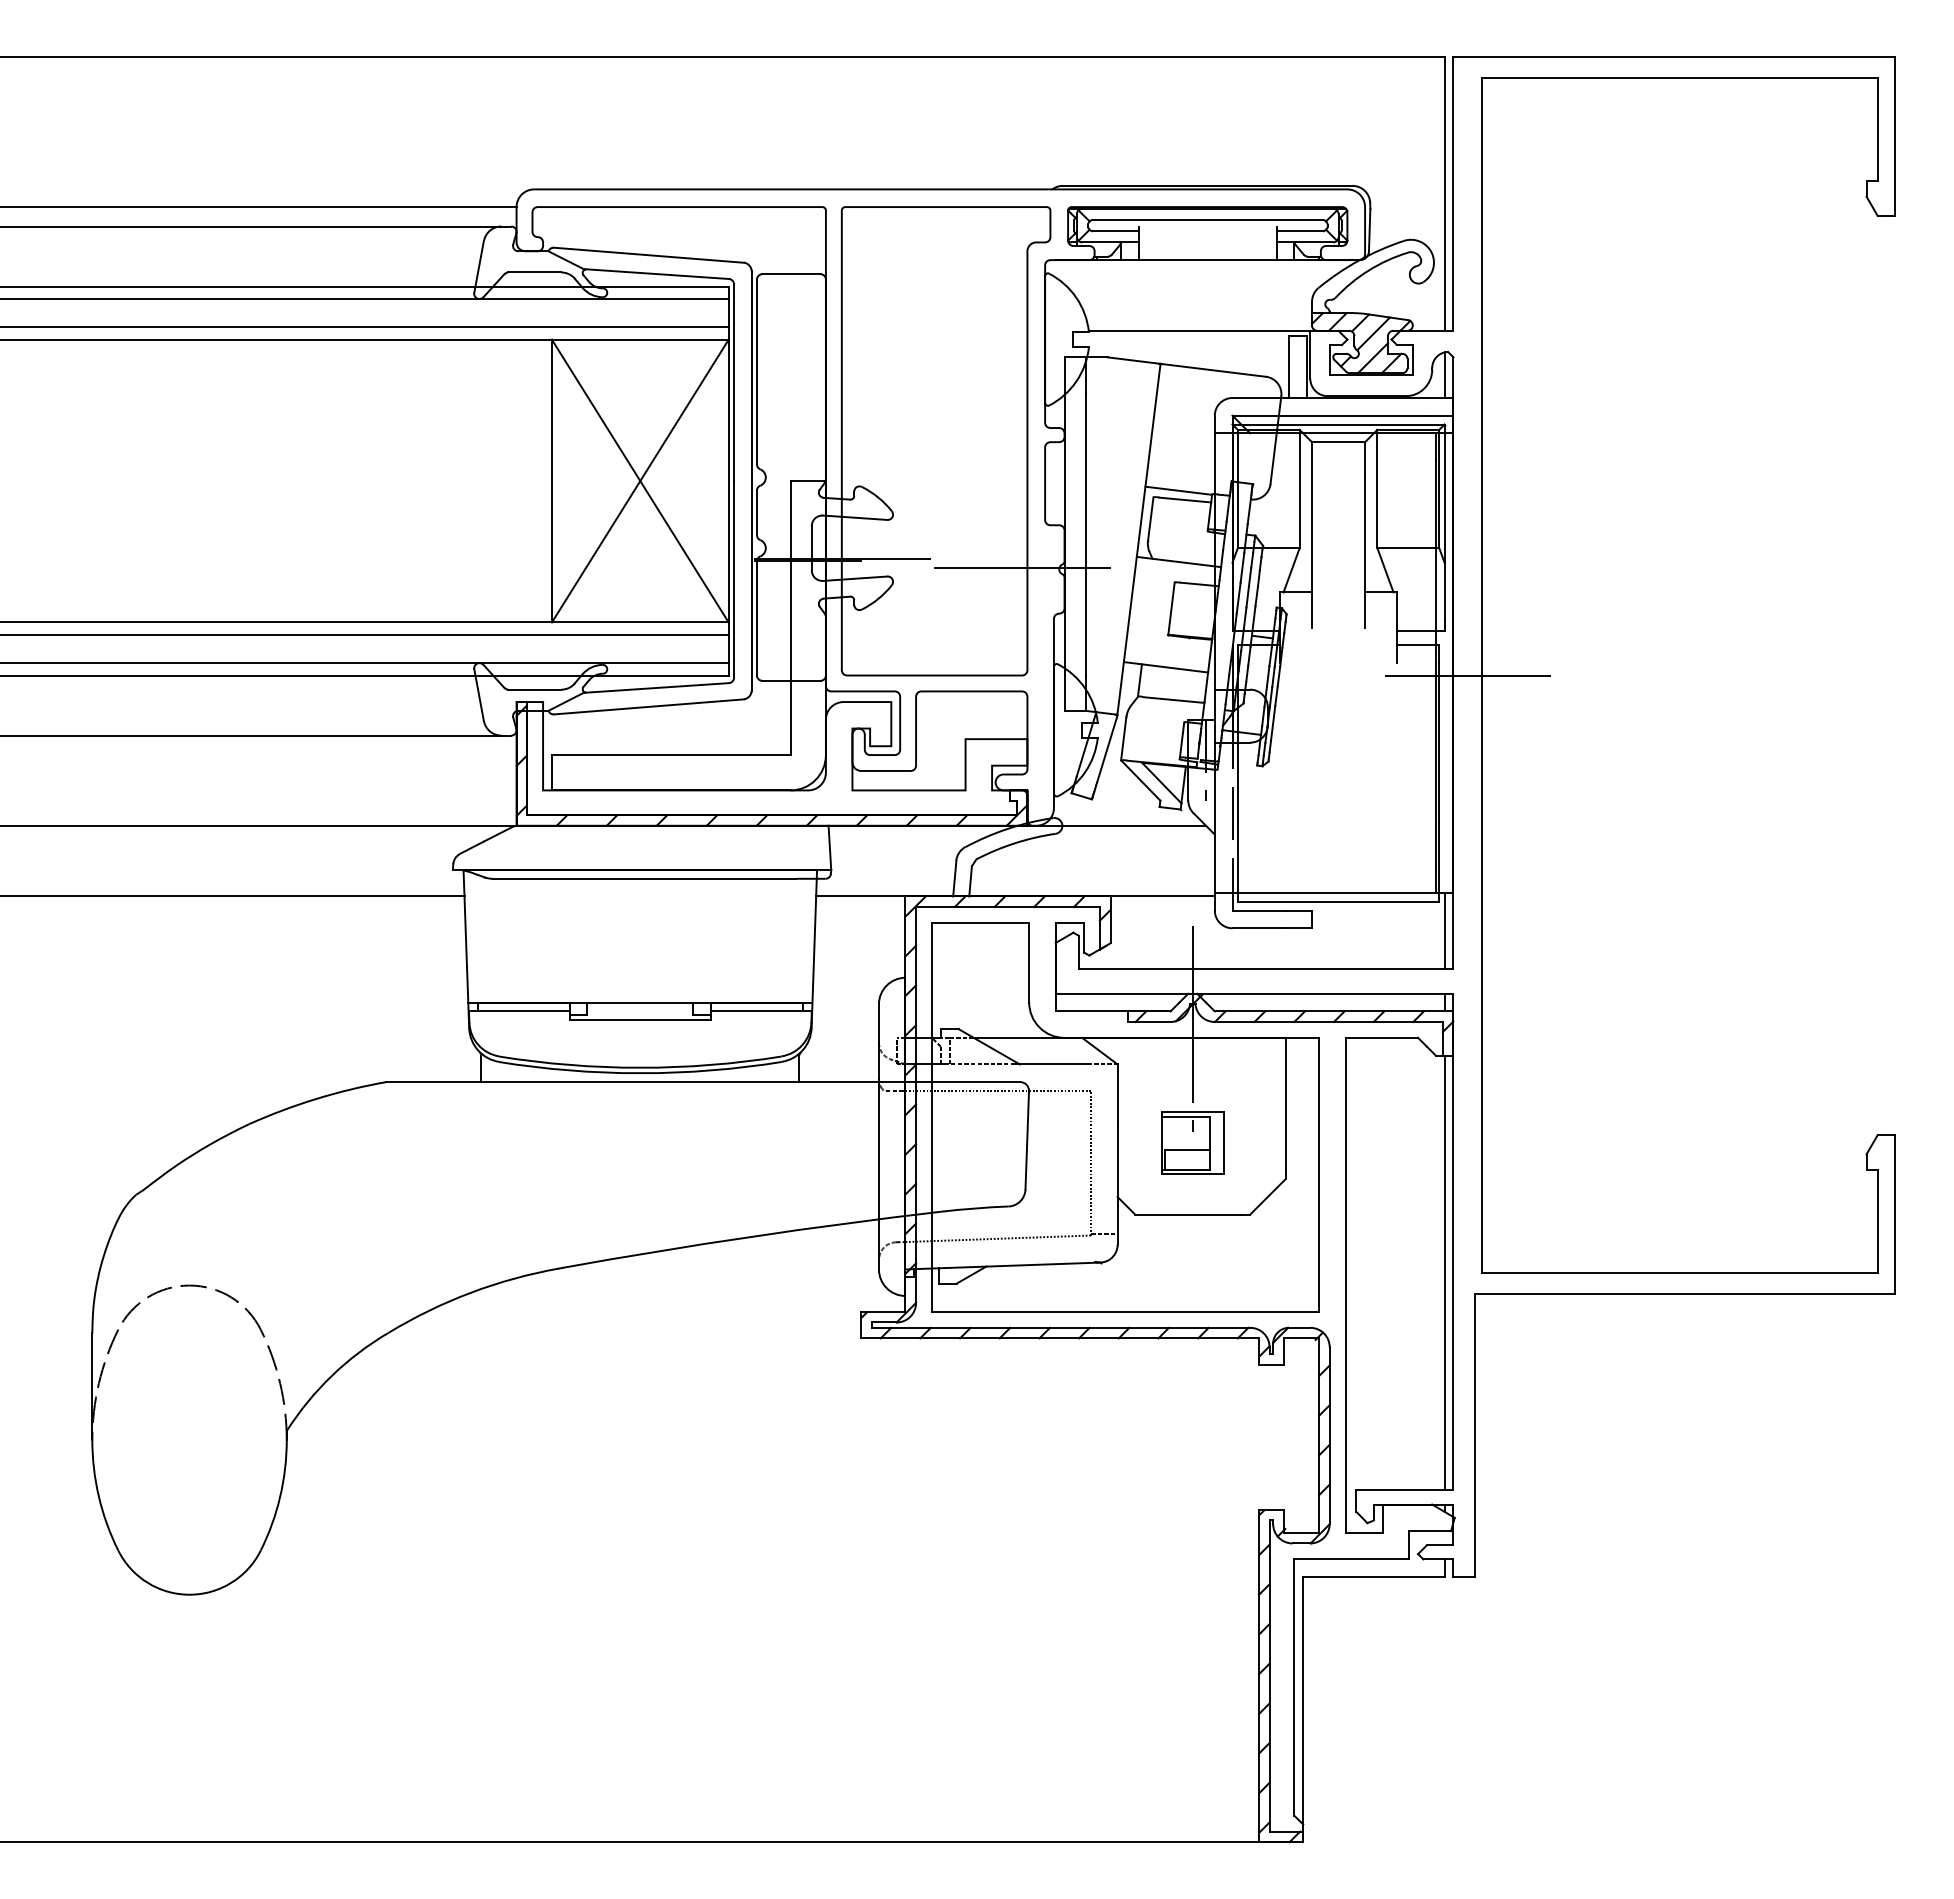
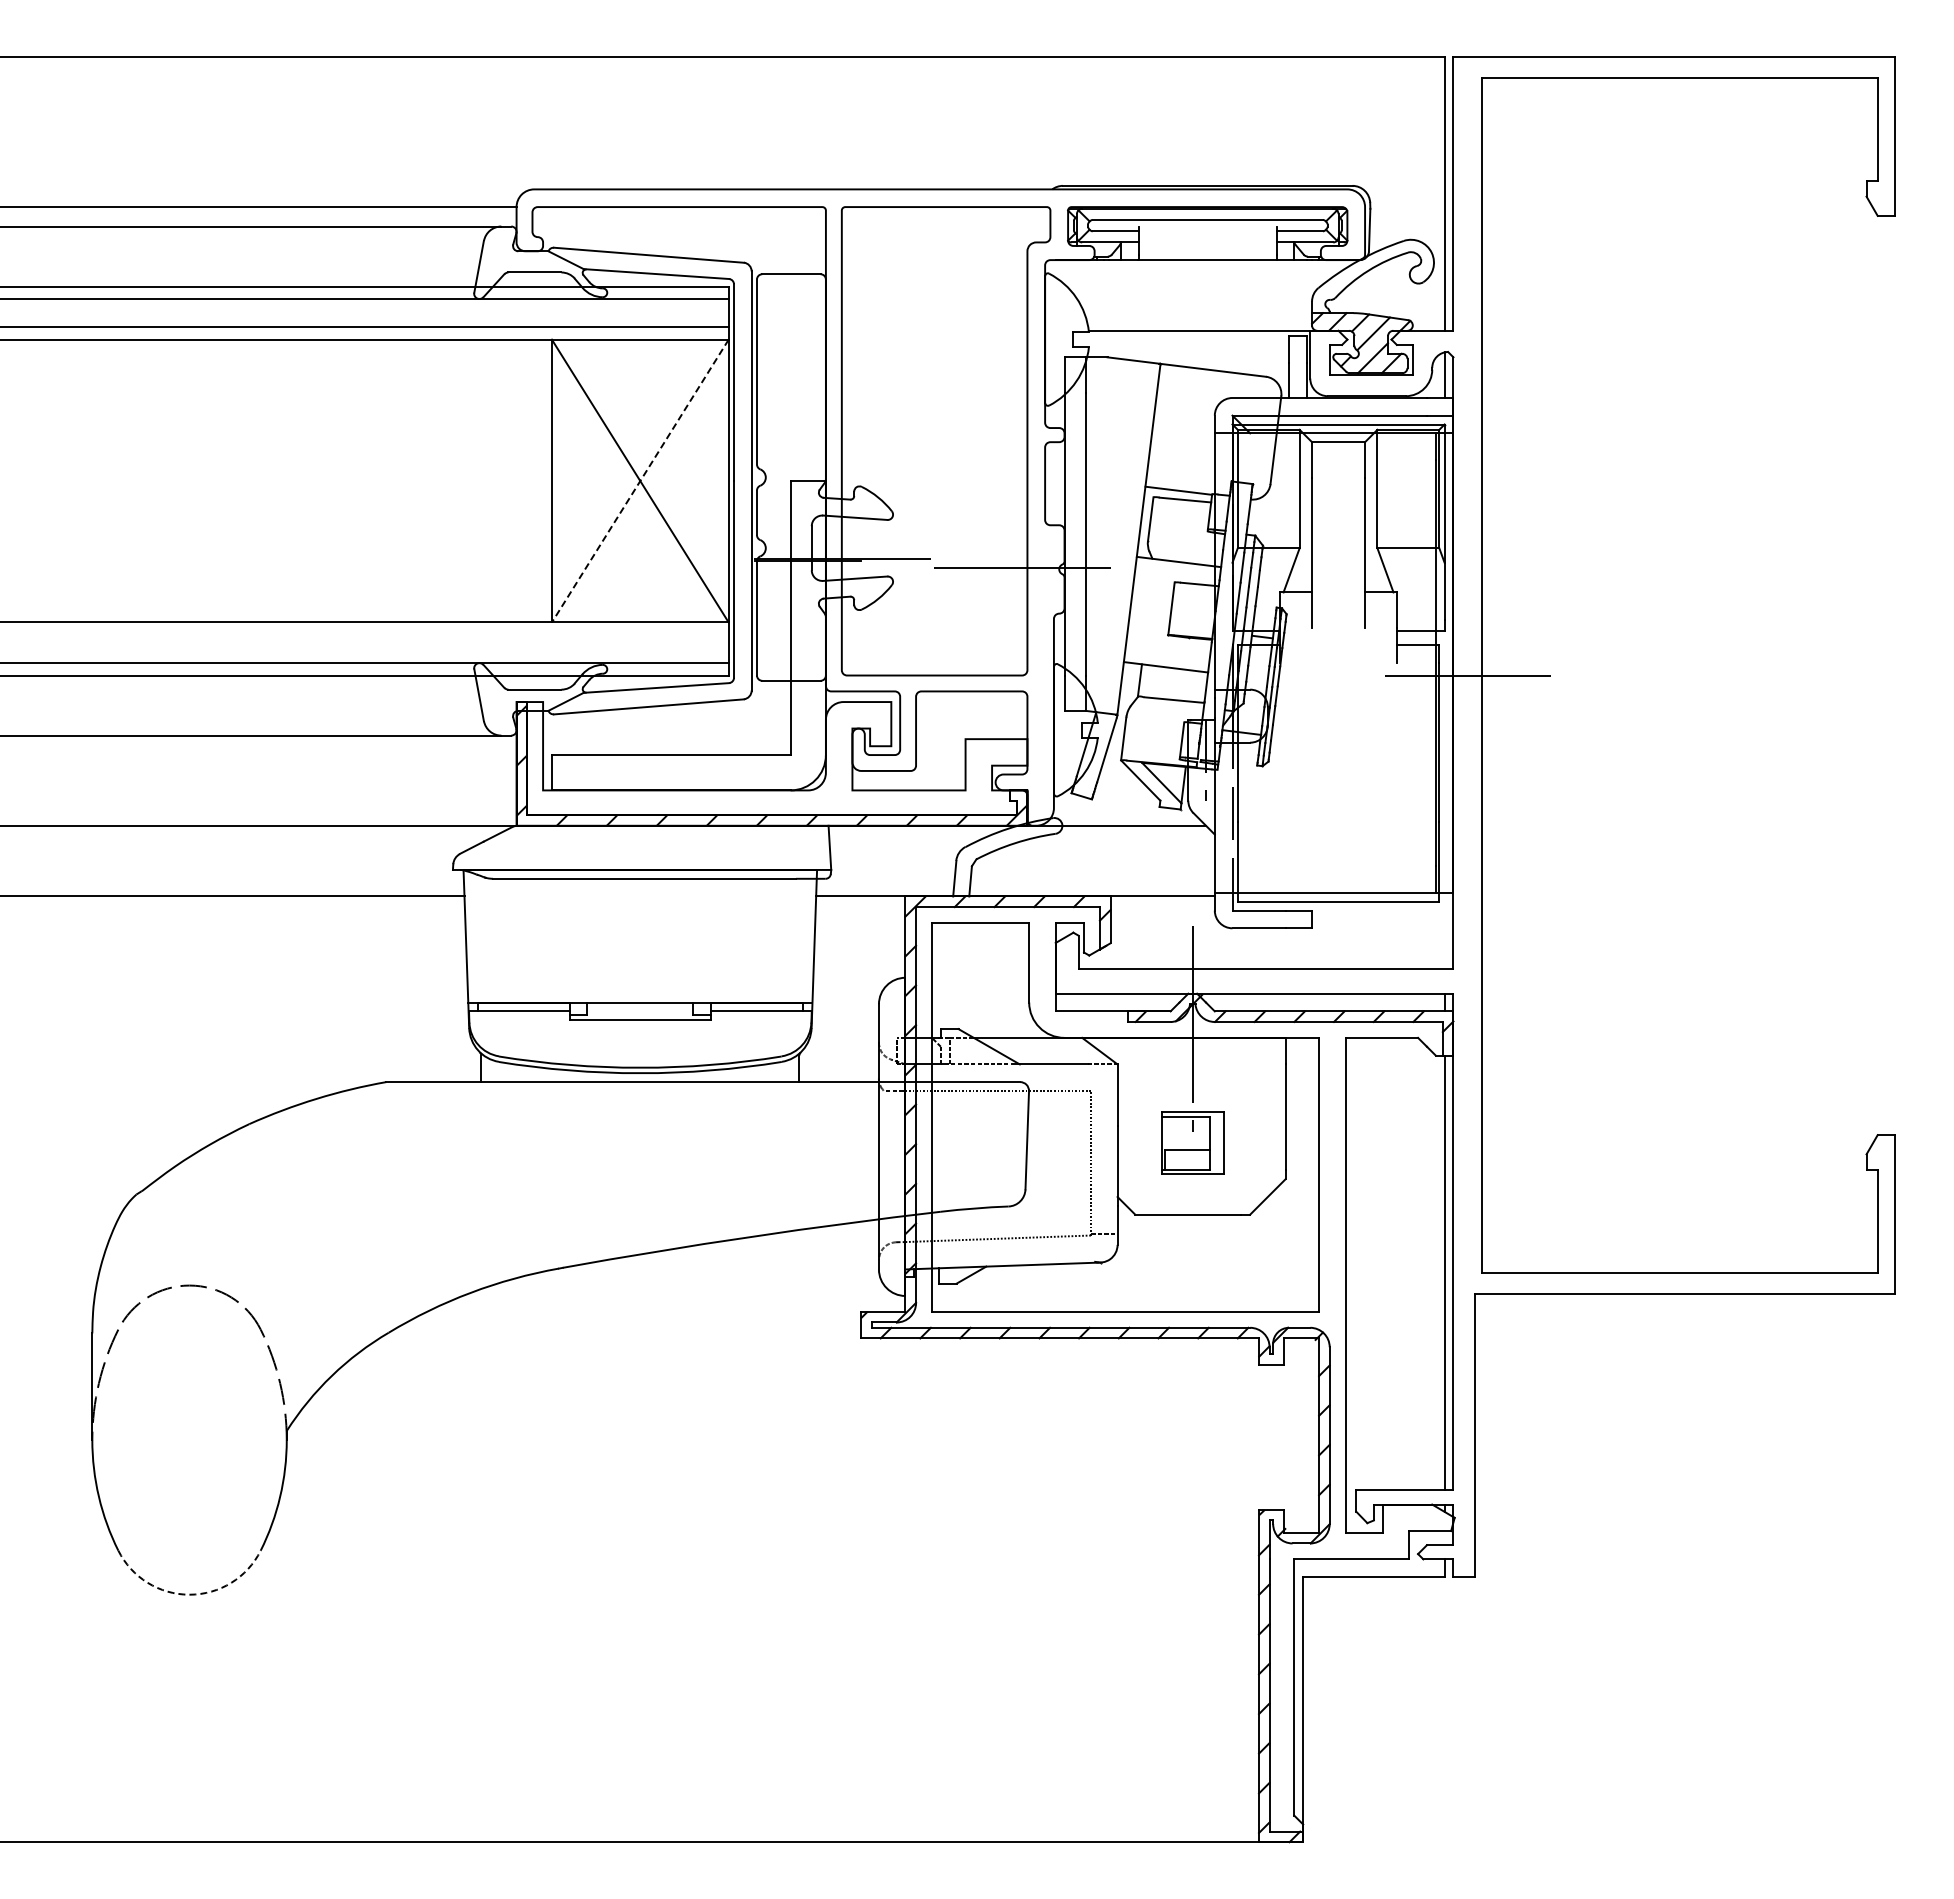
line at (640, 481): solid -> dashed
line at (365, 634): present -> none
line at (1444, 930): present -> none
arc at (189, 1594): solid -> dashed
